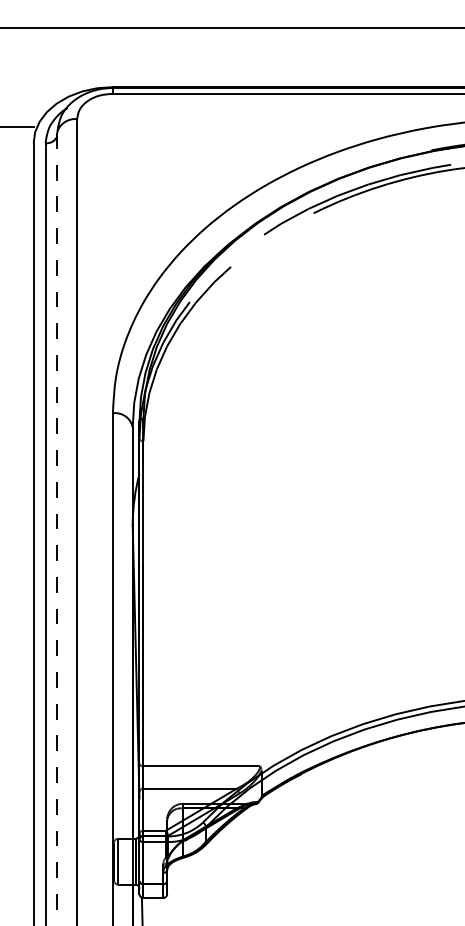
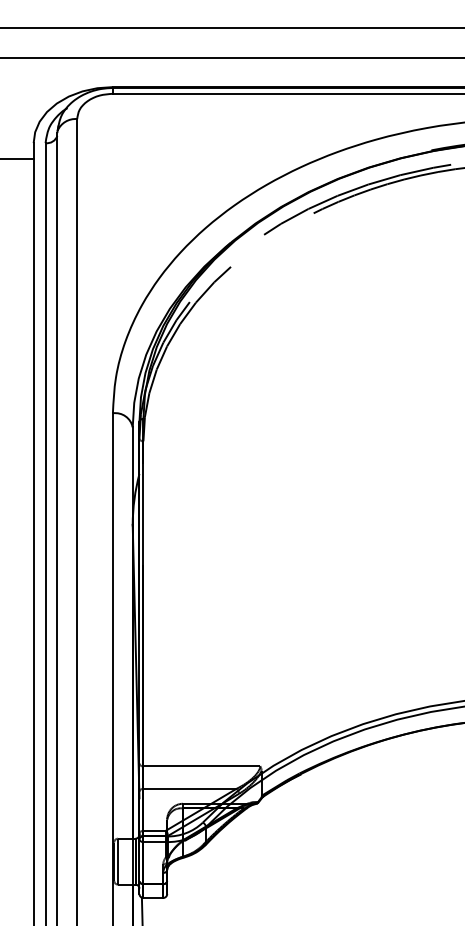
line at (231, 57): none -> present
line at (17, 126) position: (17, 126) -> (17, 158)
line at (57, 529): dashed -> solid
